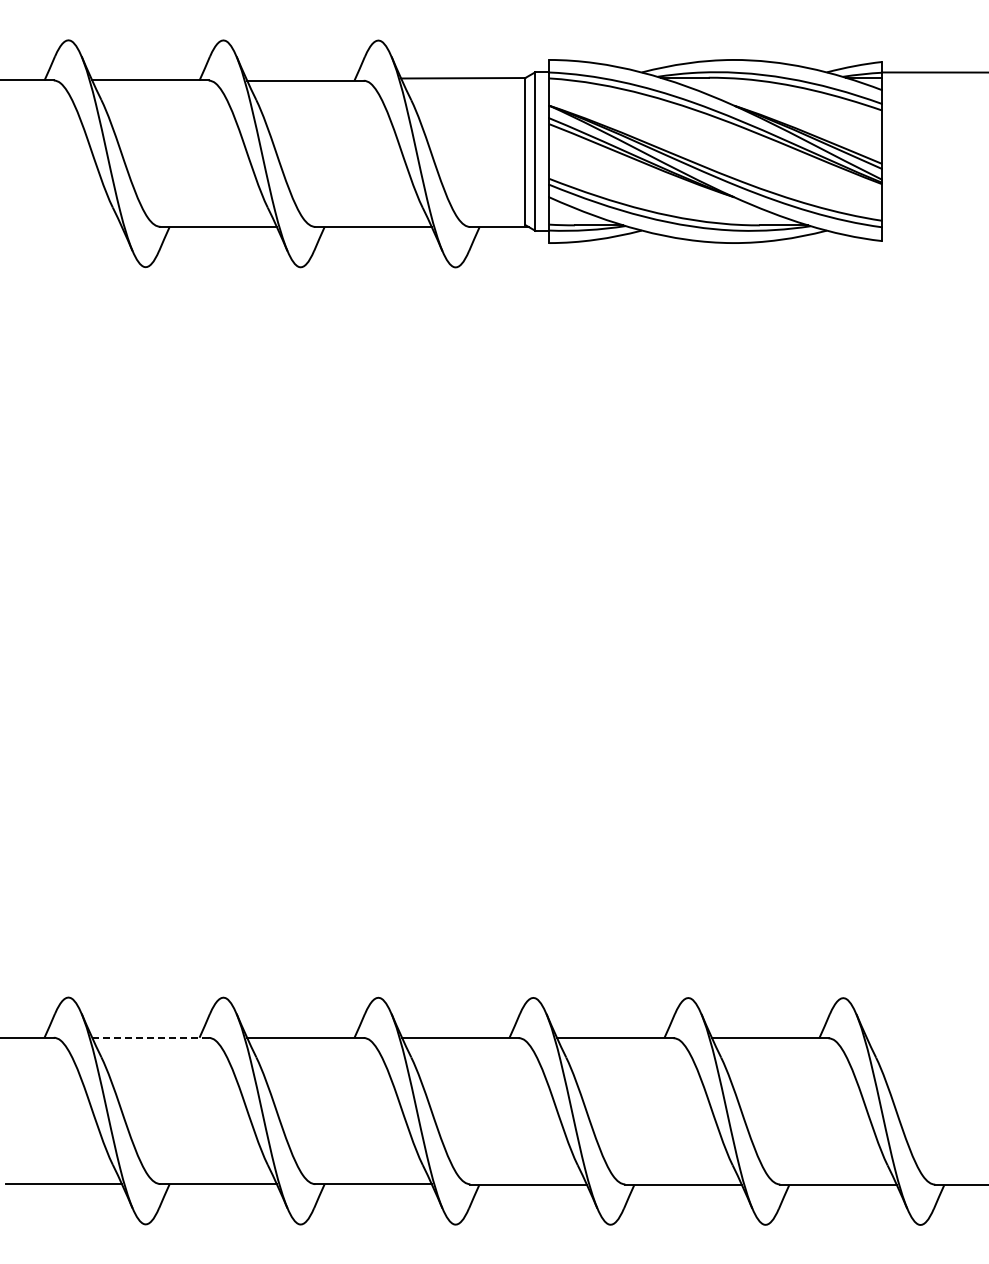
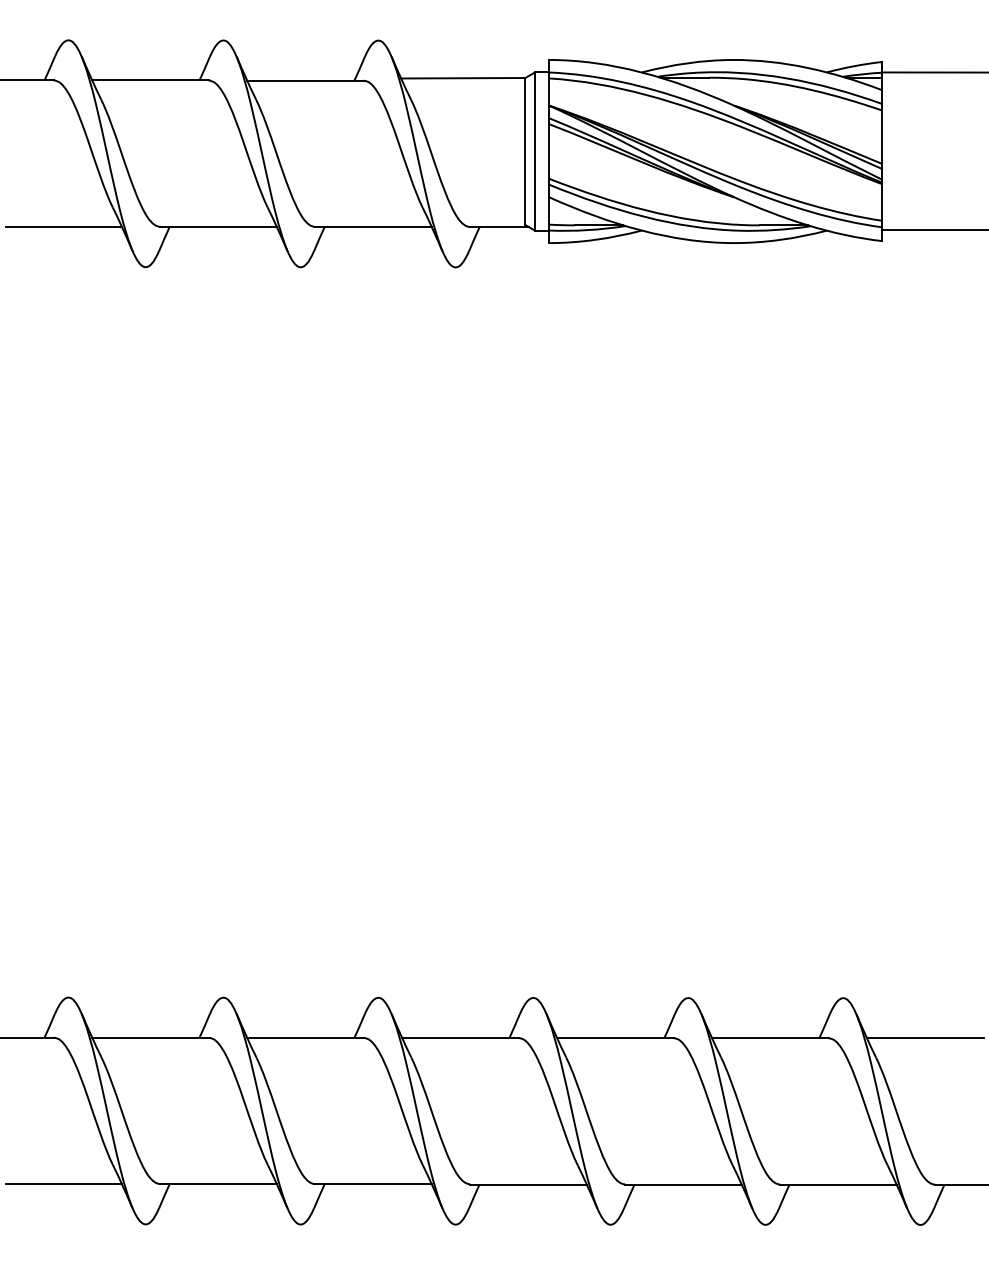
line at (63, 226): none -> present
line at (933, 230): none -> present
line at (149, 1037): dashed -> solid
line at (924, 1038): none -> present
